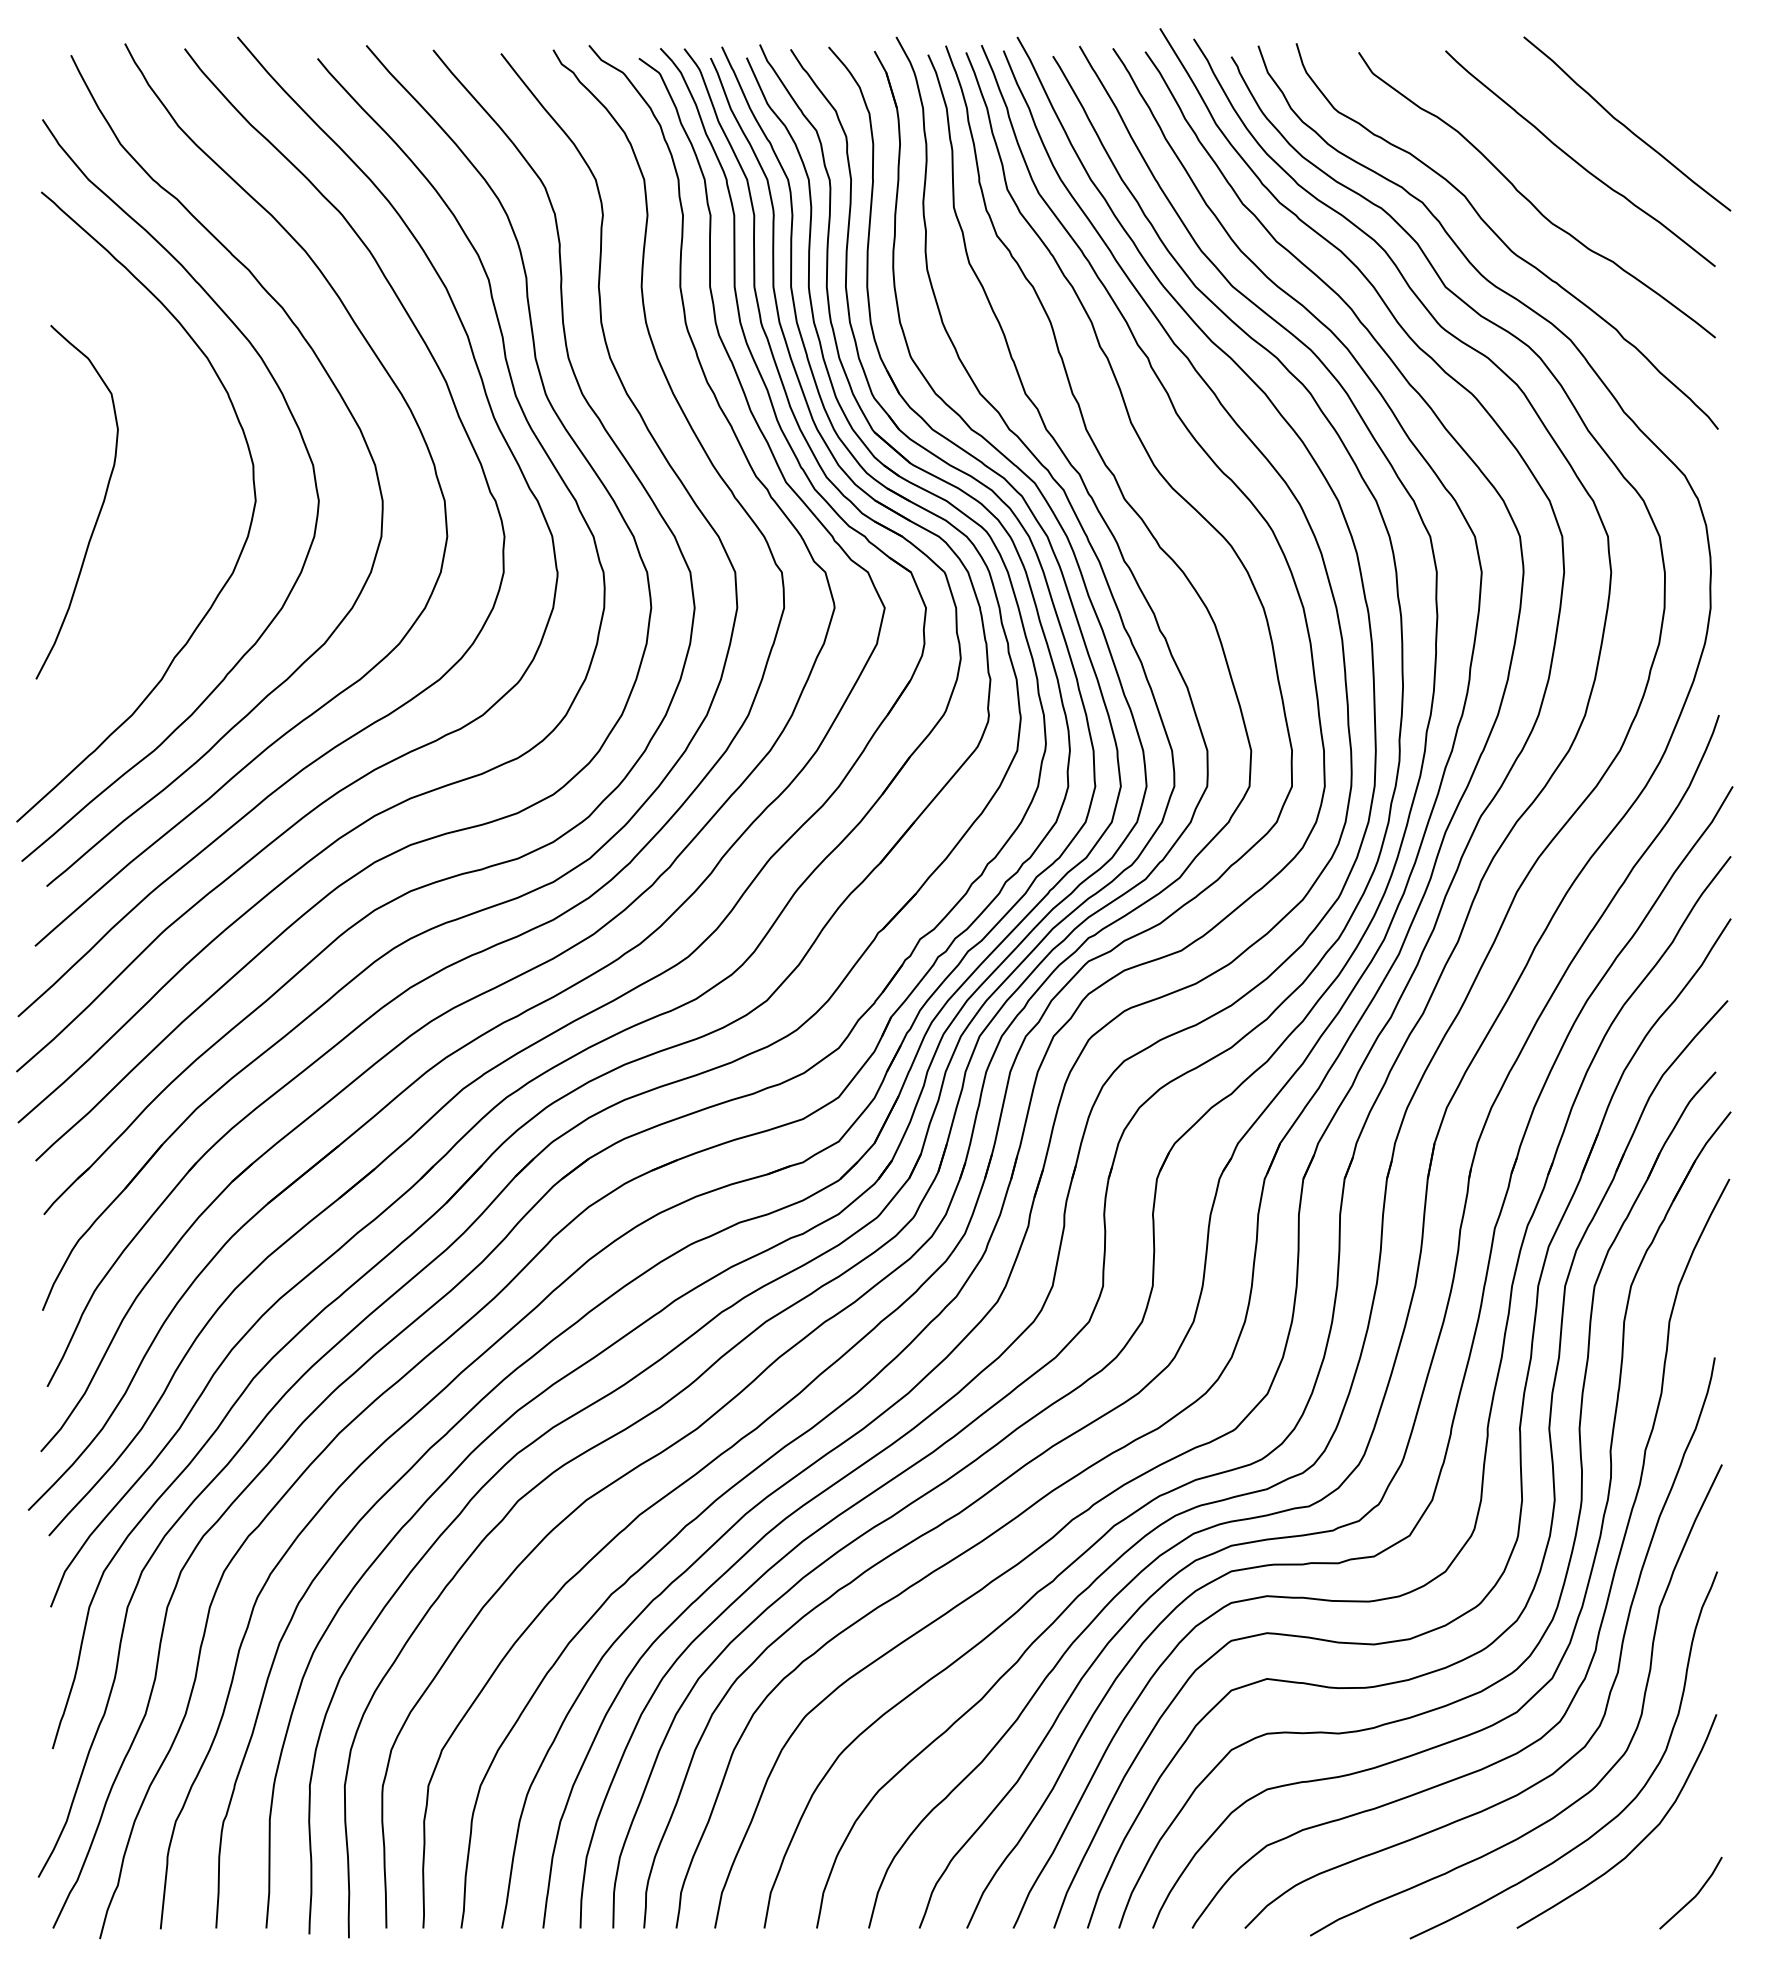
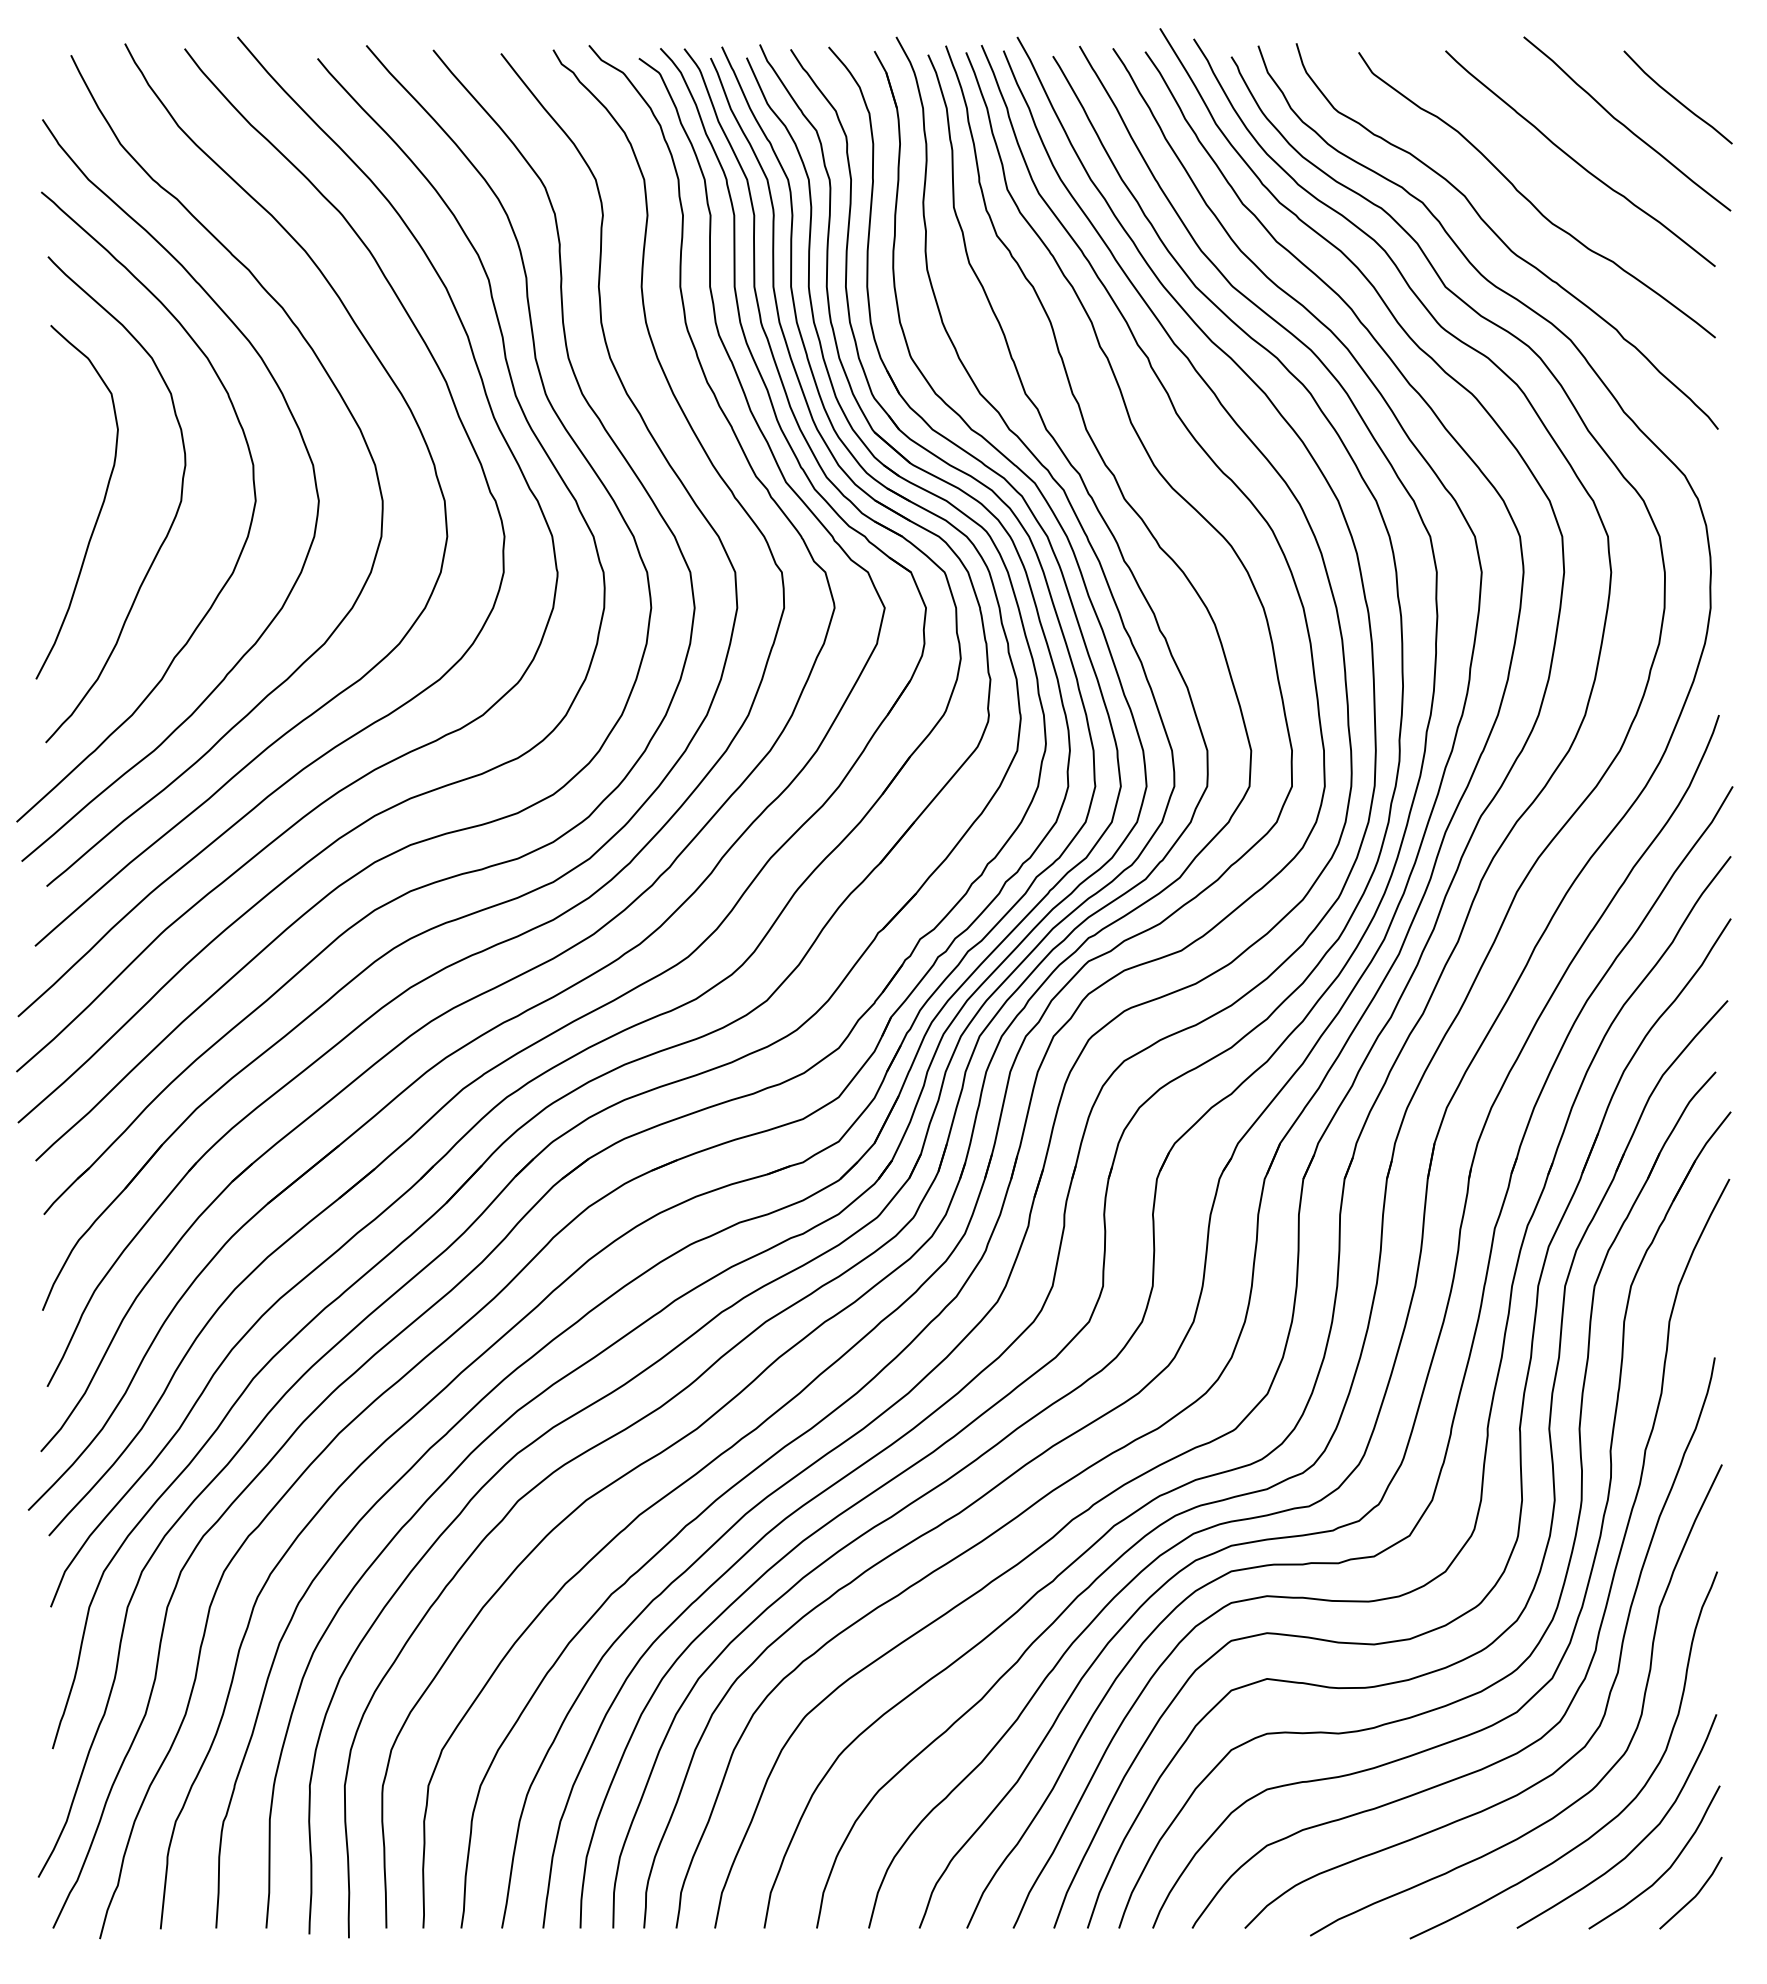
curve at (1676, 98): none -> present
curve at (172, 520): none -> present
curve at (1664, 1871): none -> present
